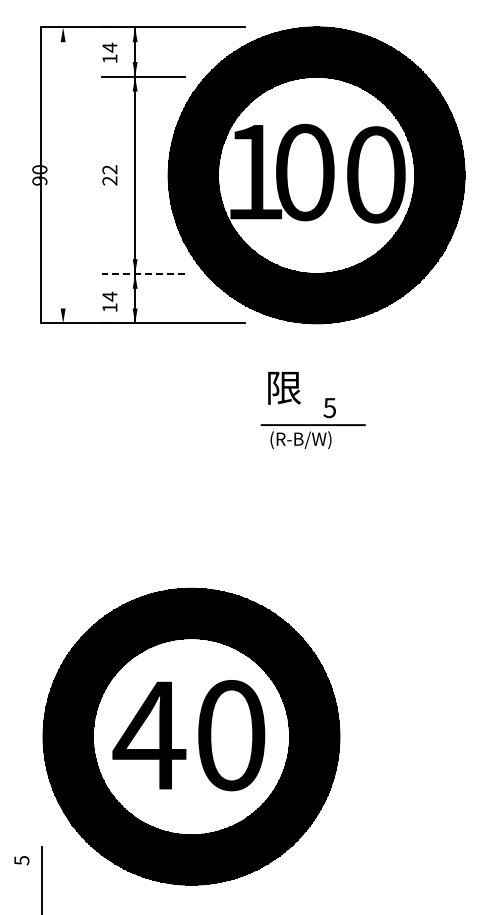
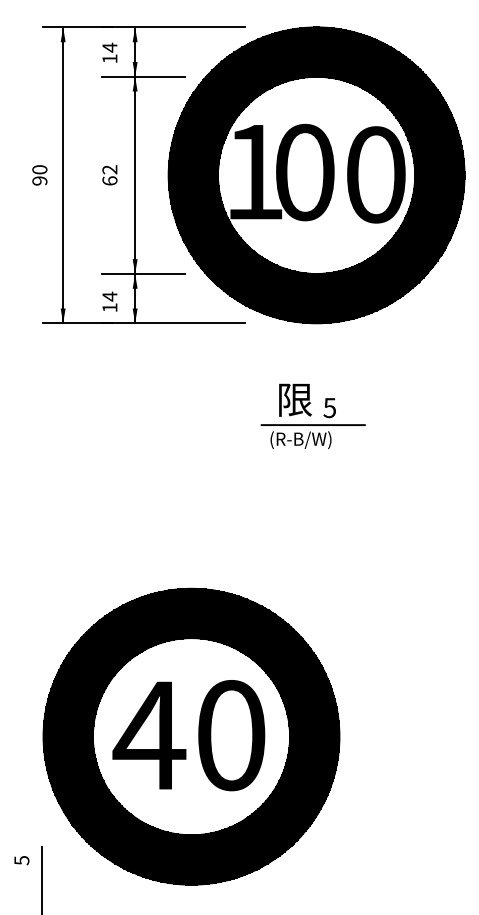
line at (41, 175) position: (41, 175) -> (63, 175)
text at (109, 180): 22 -> 62
line at (143, 273): dashed -> solid
text at (284, 387) position: (284, 387) -> (295, 399)
